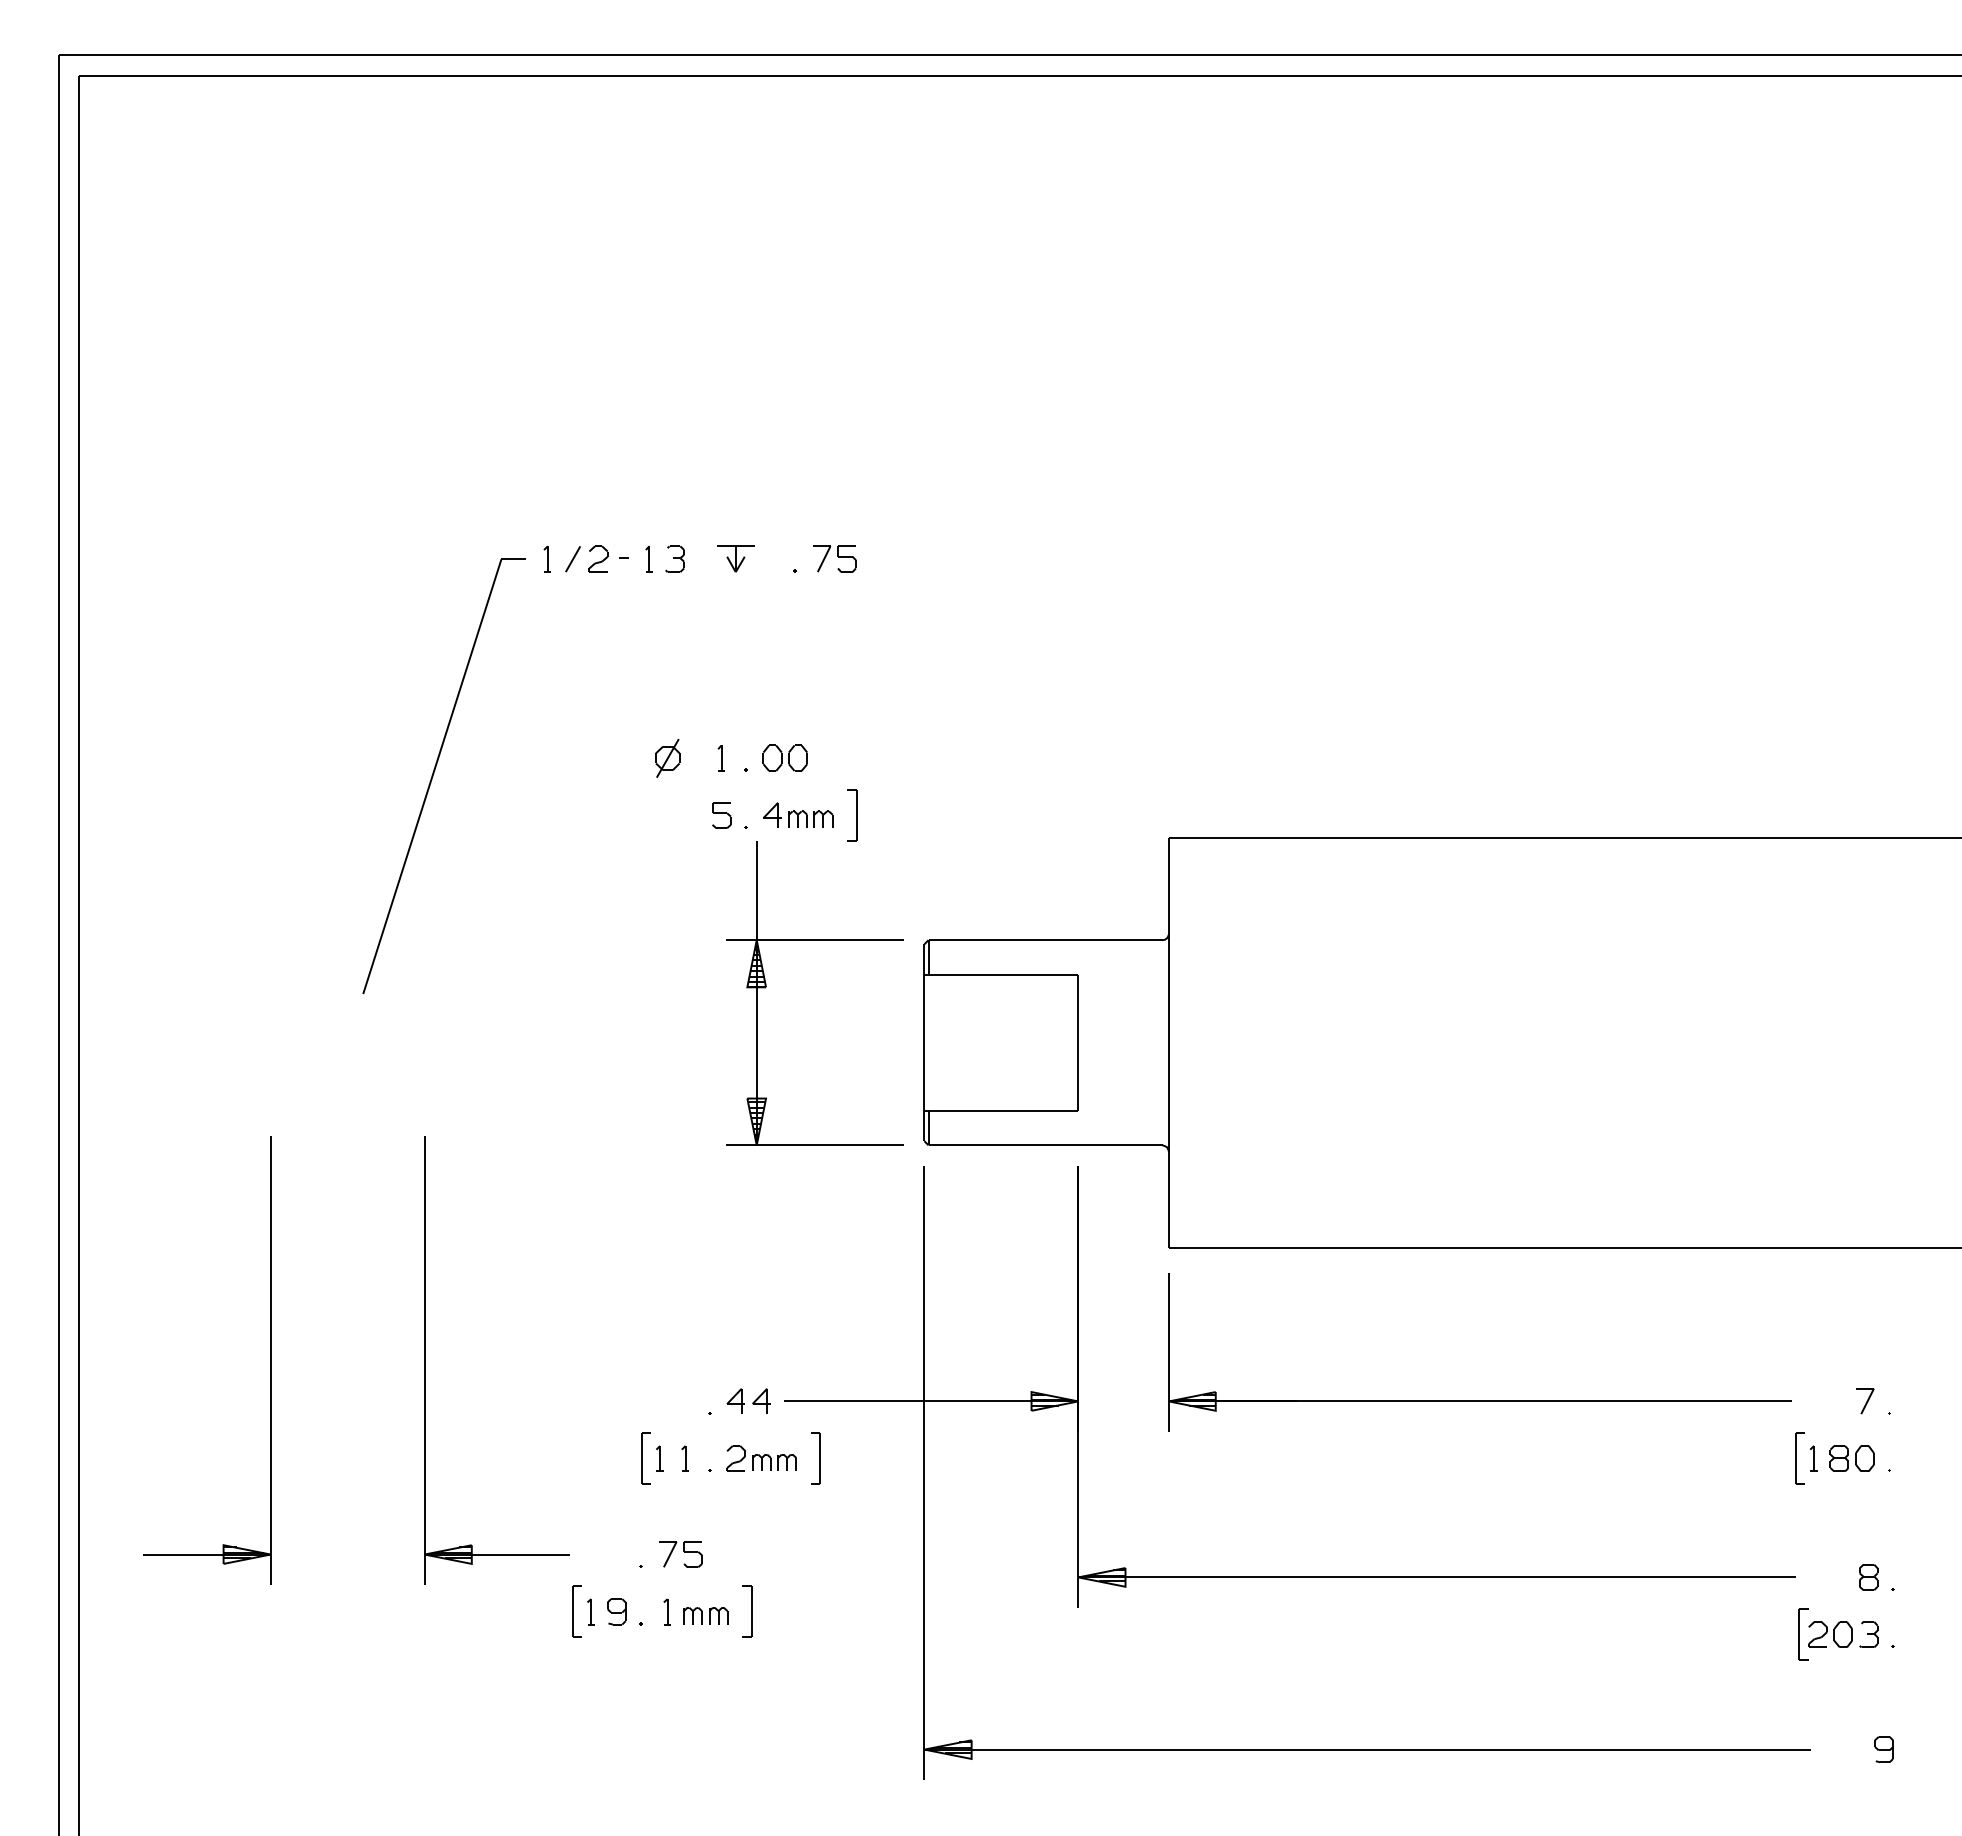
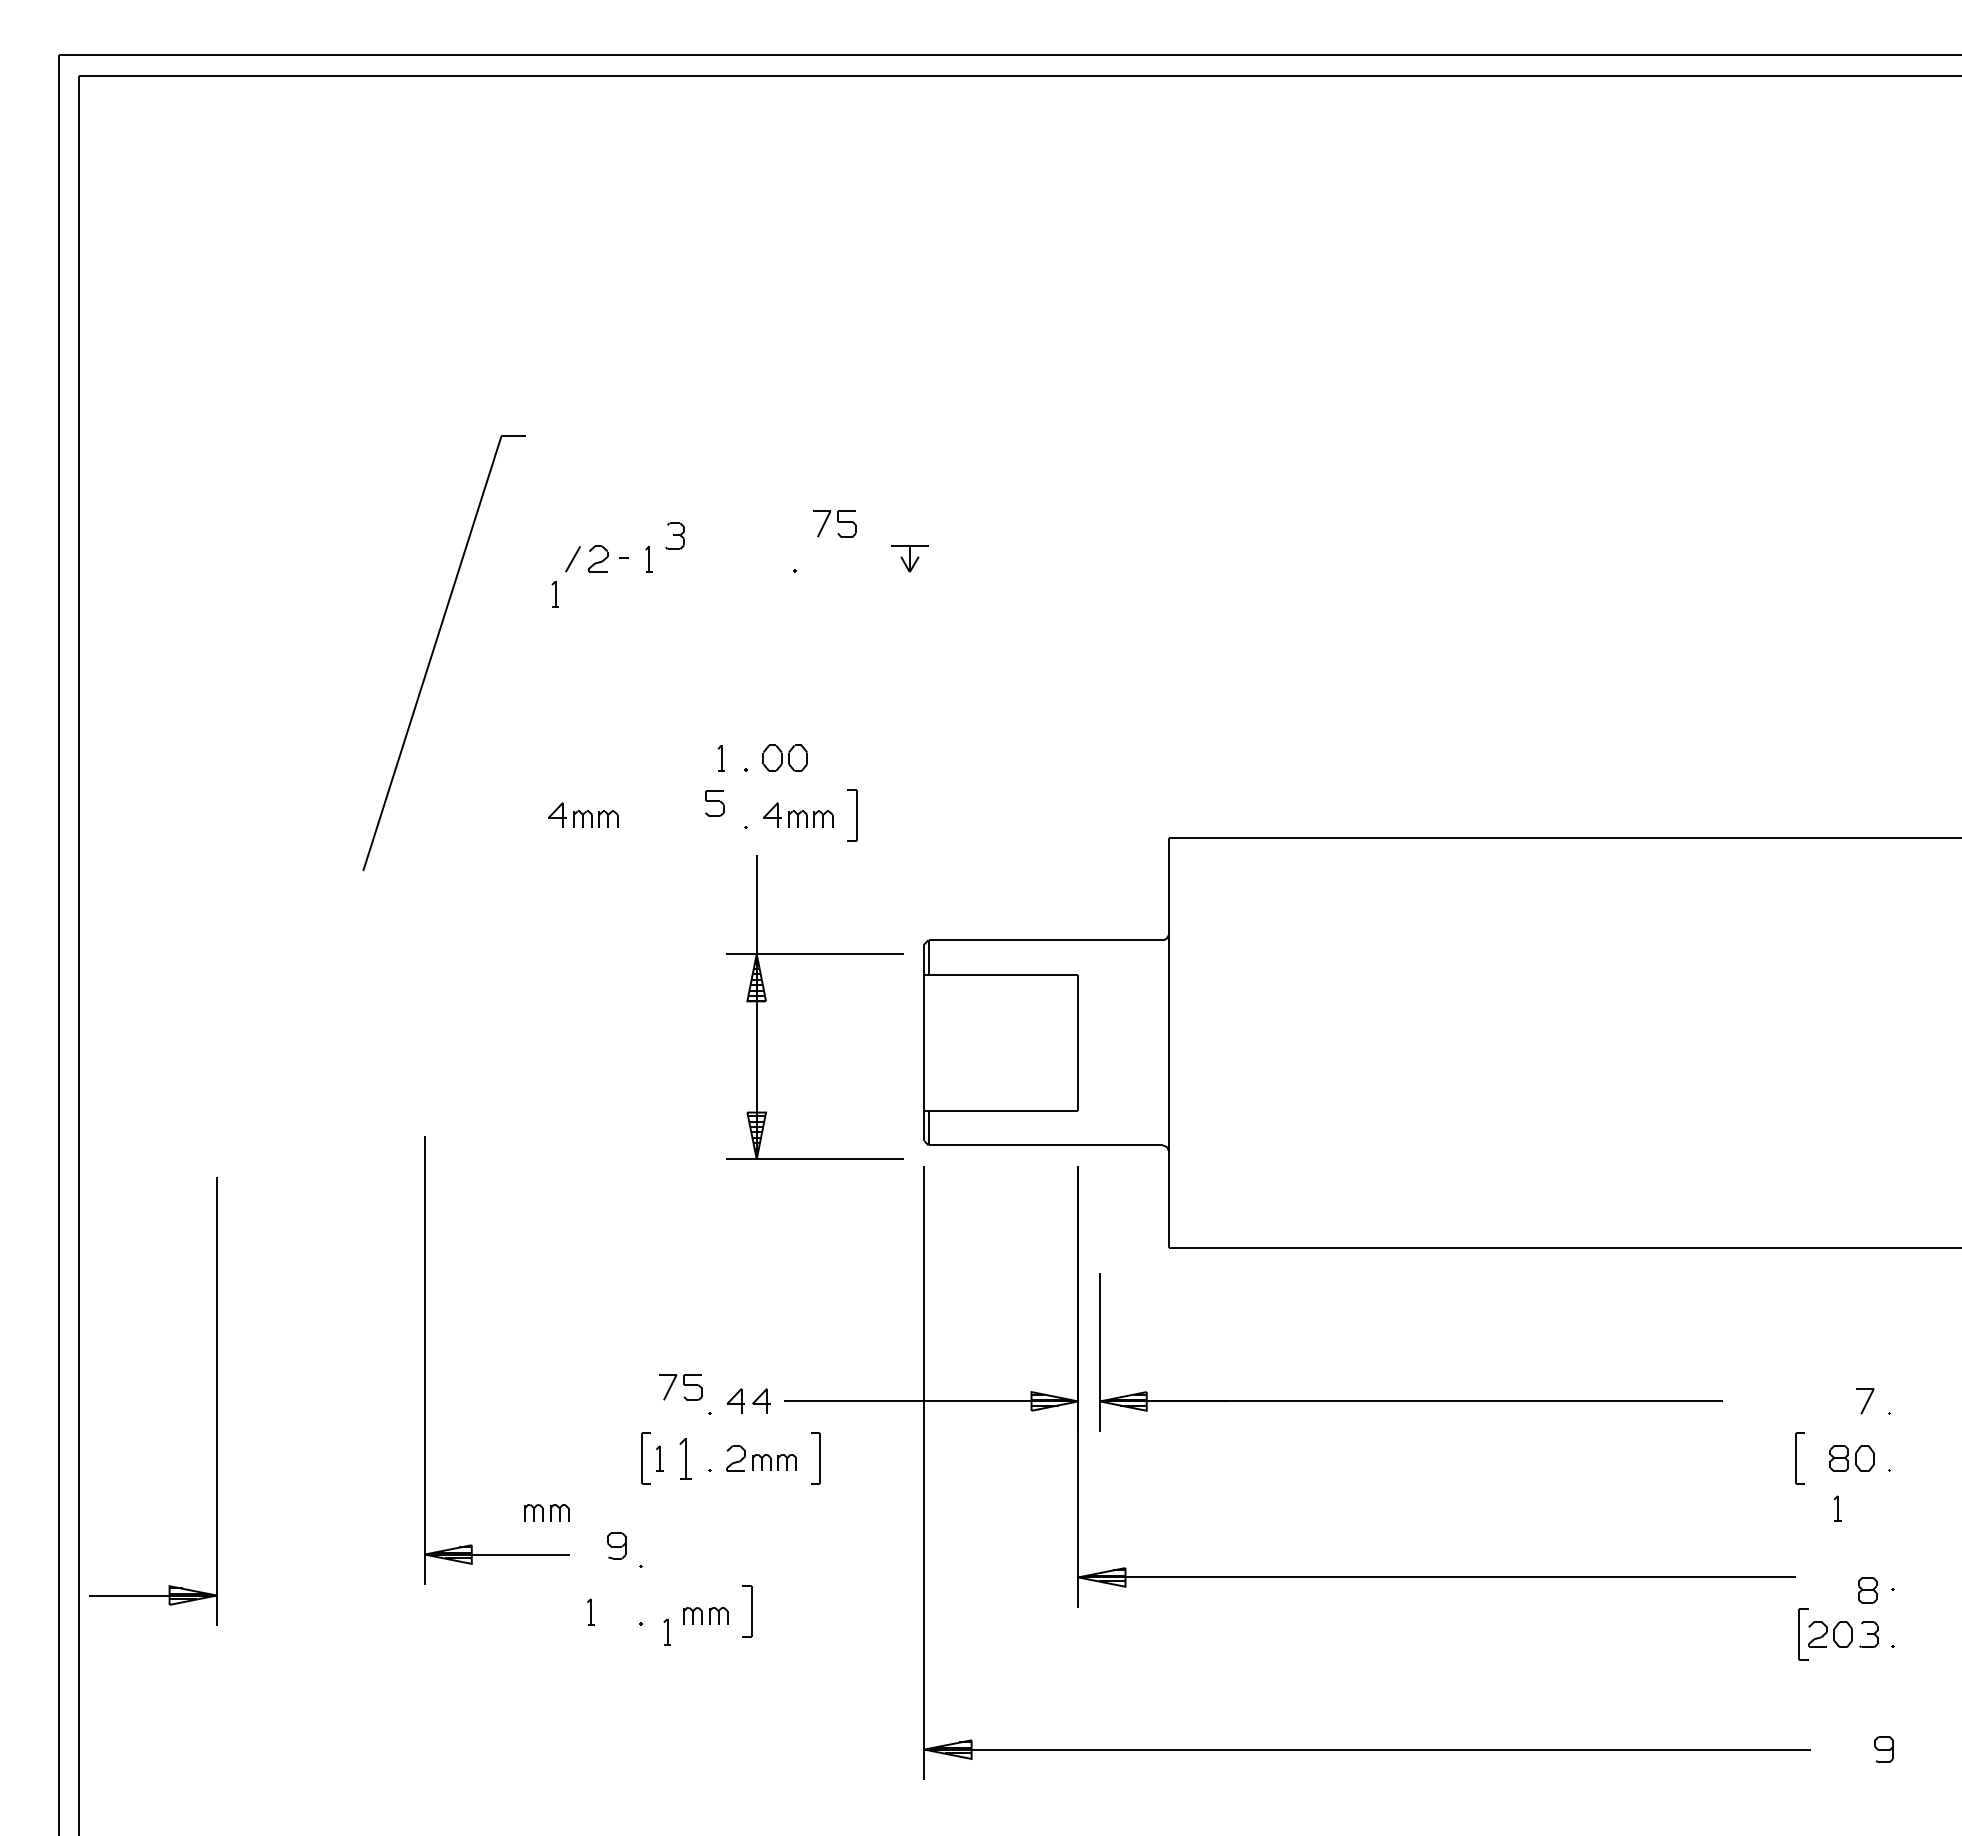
part at (674, 558) position: (674, 558) -> (674, 535)
part at (735, 558) position: (735, 558) -> (909, 558)
part at (834, 558) position: (834, 558) -> (834, 523)
part at (546, 559) position: (546, 559) -> (554, 594)
part at (667, 757): present -> none
part at (434, 773) position: (434, 773) -> (434, 650)
part at (583, 814): none -> present
part at (721, 815) position: (721, 815) -> (714, 803)
part at (766, 987) position: (766, 987) -> (766, 1001)
part at (270, 1360) position: (270, 1360) -> (216, 1401)
part at (1479, 1400) position: (1479, 1400) -> (1410, 1400)
part at (684, 1458) size: 8x27 px -> 13x42 px
part at (1813, 1458) position: (1813, 1458) -> (1837, 1508)
part at (546, 1512): none -> present
part at (680, 1554) position: (680, 1554) -> (680, 1387)
part at (1868, 1577) position: (1868, 1577) -> (1867, 1590)
part at (576, 1611): present -> none
part at (616, 1611) position: (616, 1611) -> (616, 1545)
part at (666, 1611) position: (666, 1611) -> (666, 1631)
